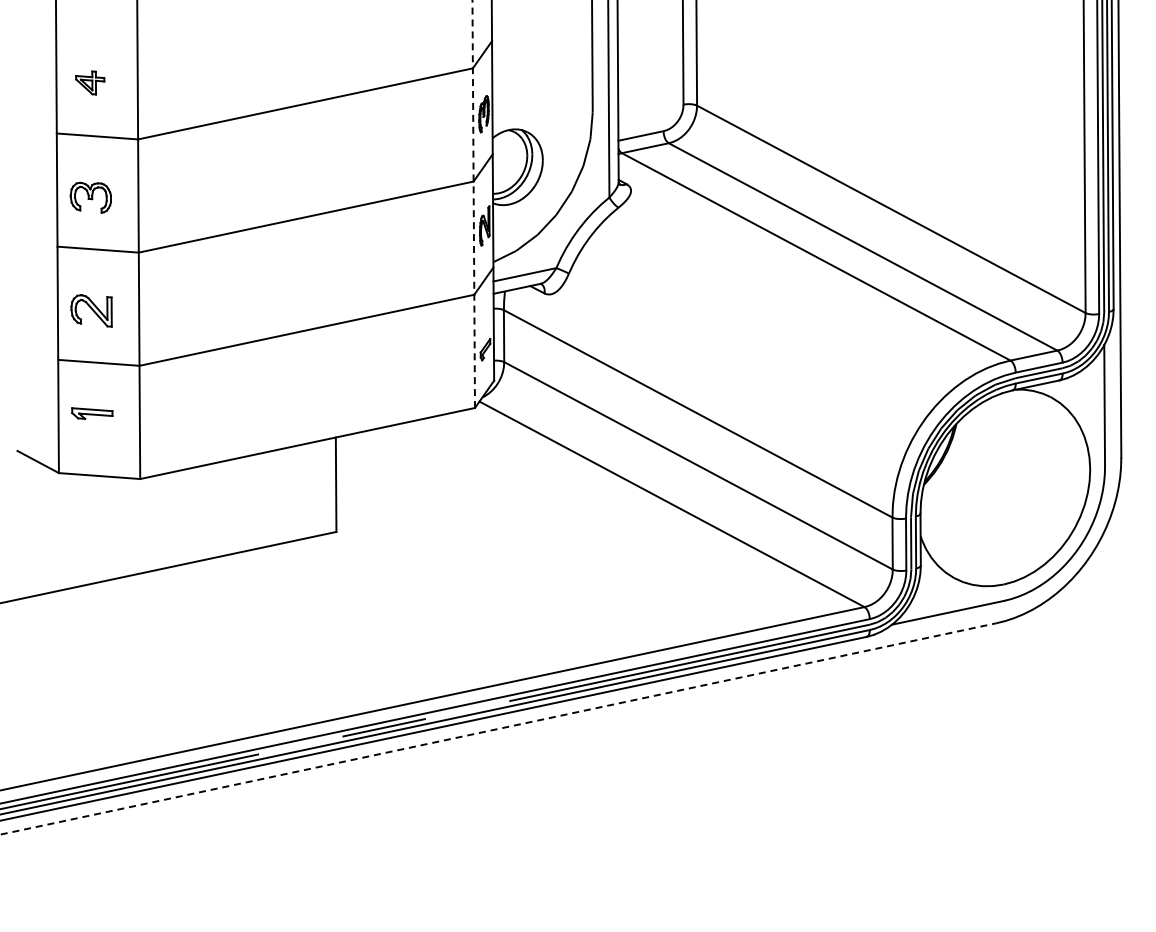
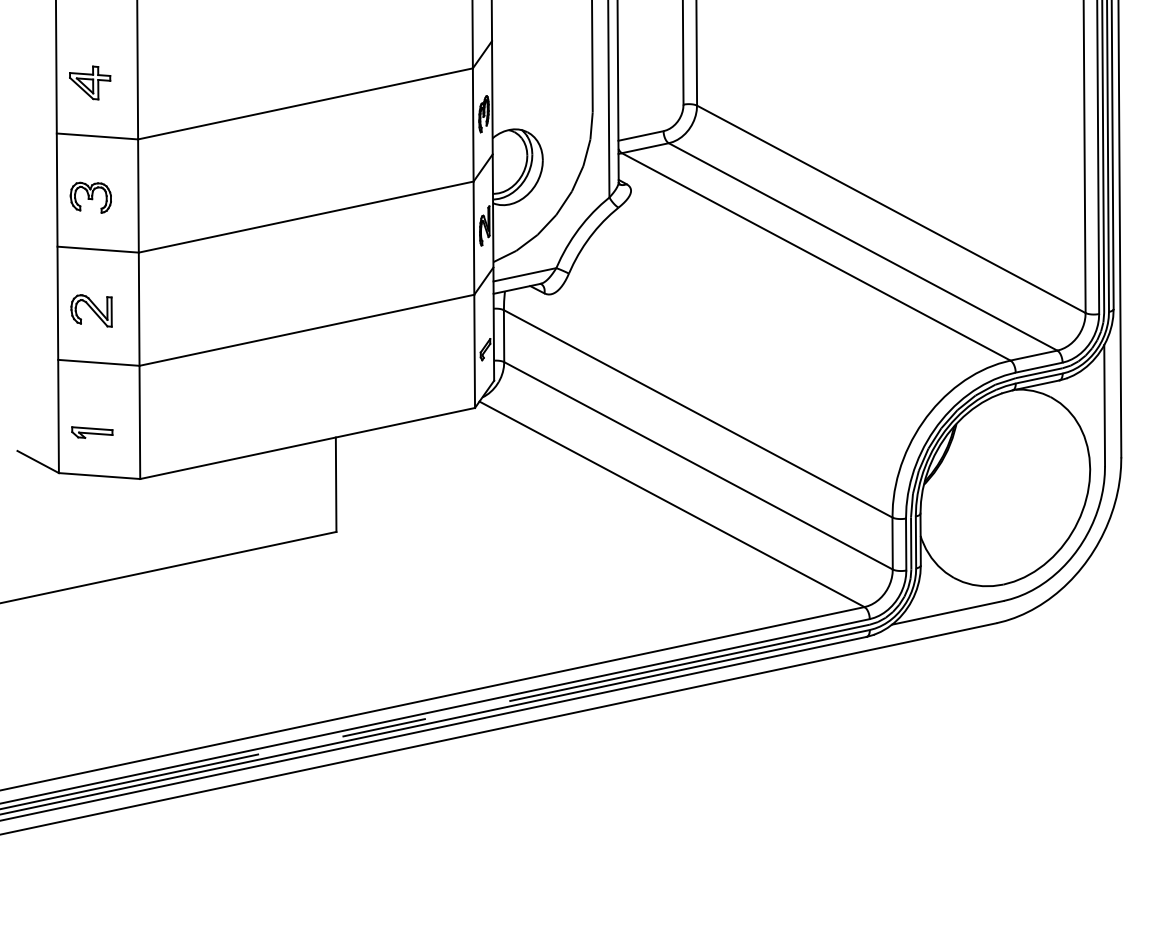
part at (90, 82) size: 31x26 px -> 43x36 px
line at (473, 204): dashed -> solid
part at (92, 413) position: (92, 413) -> (92, 432)
line at (498, 728): dashed -> solid
